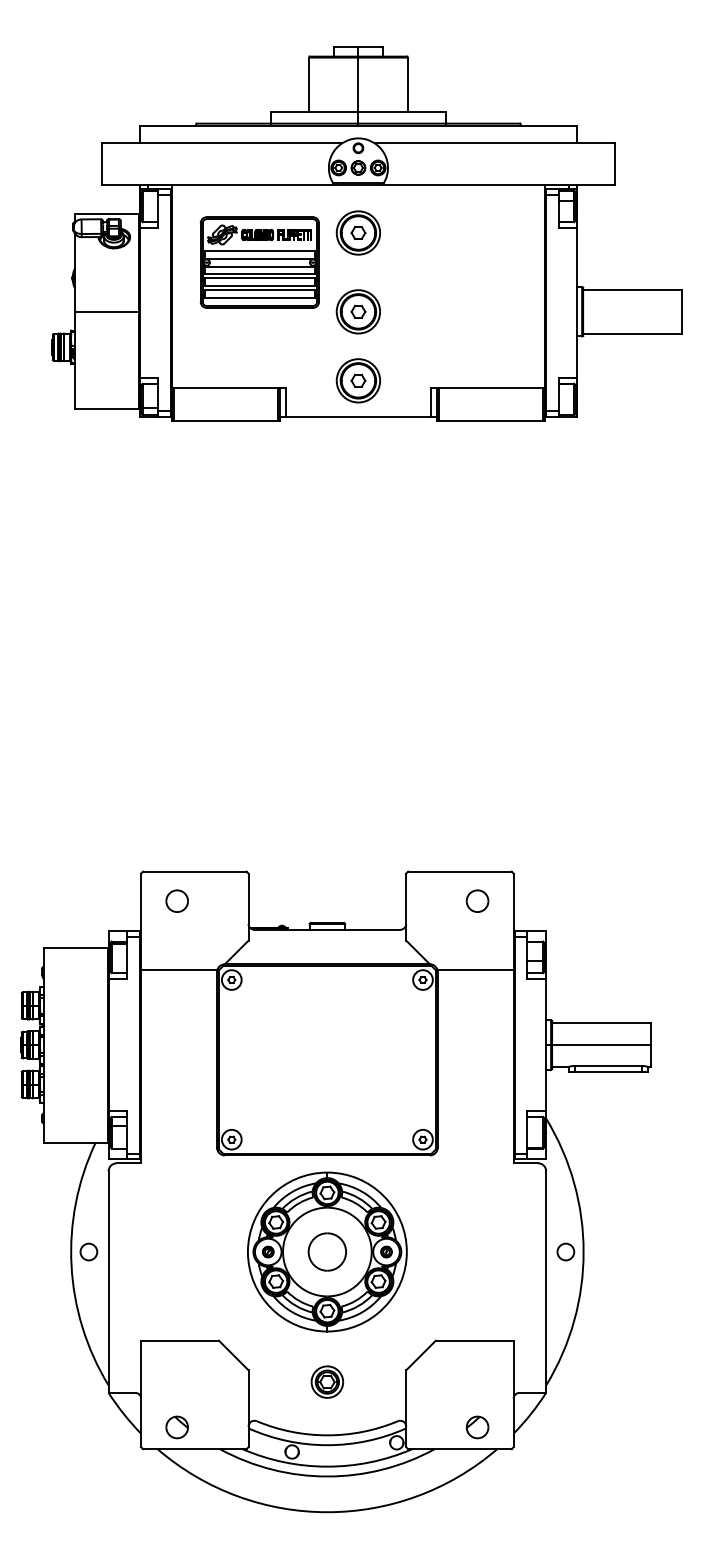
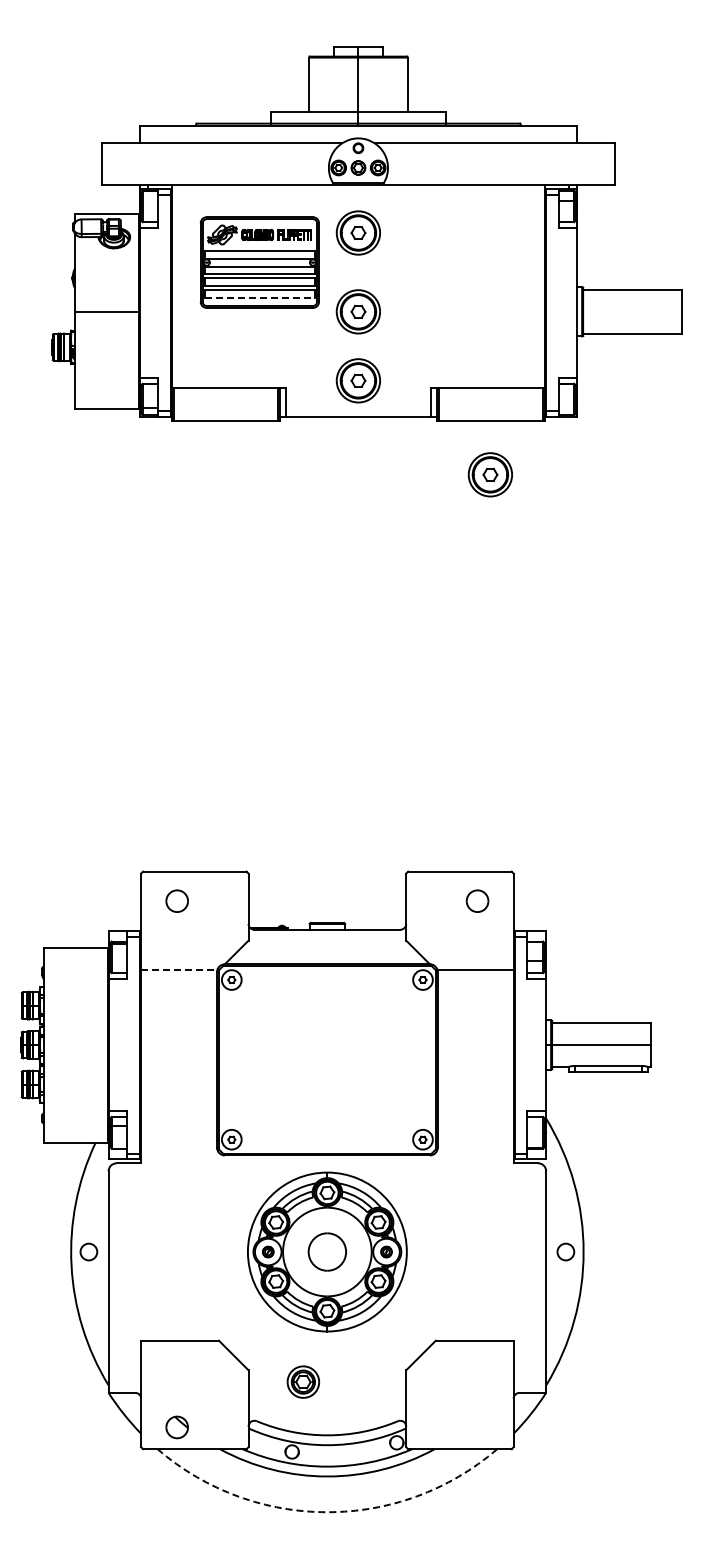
line at (260, 298): solid -> dashed
part at (489, 474): none -> present
line at (179, 970): solid -> dashed
part at (326, 1381) position: (326, 1381) -> (302, 1381)
part at (477, 1427): present -> none
arc at (327, 1512): solid -> dashed
